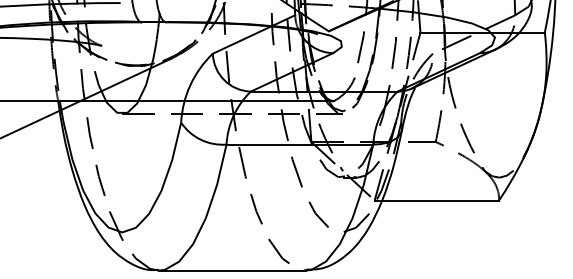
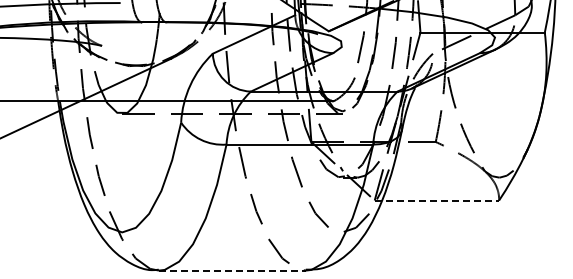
line at (437, 200): solid -> dashed
line at (232, 270): solid -> dashed
